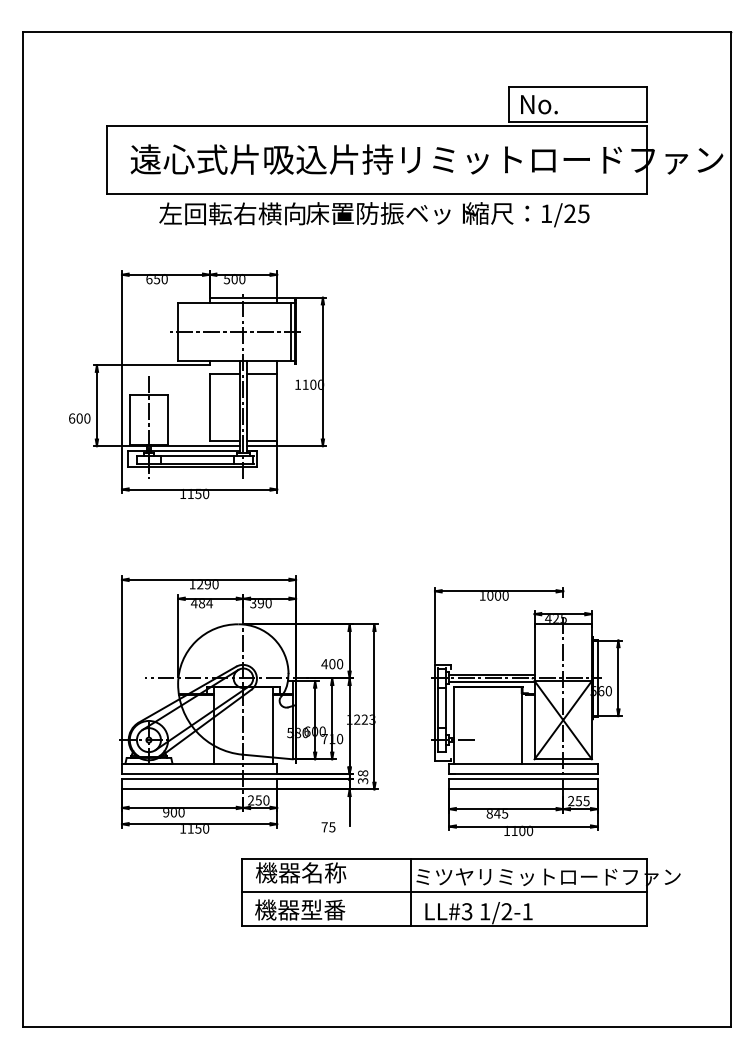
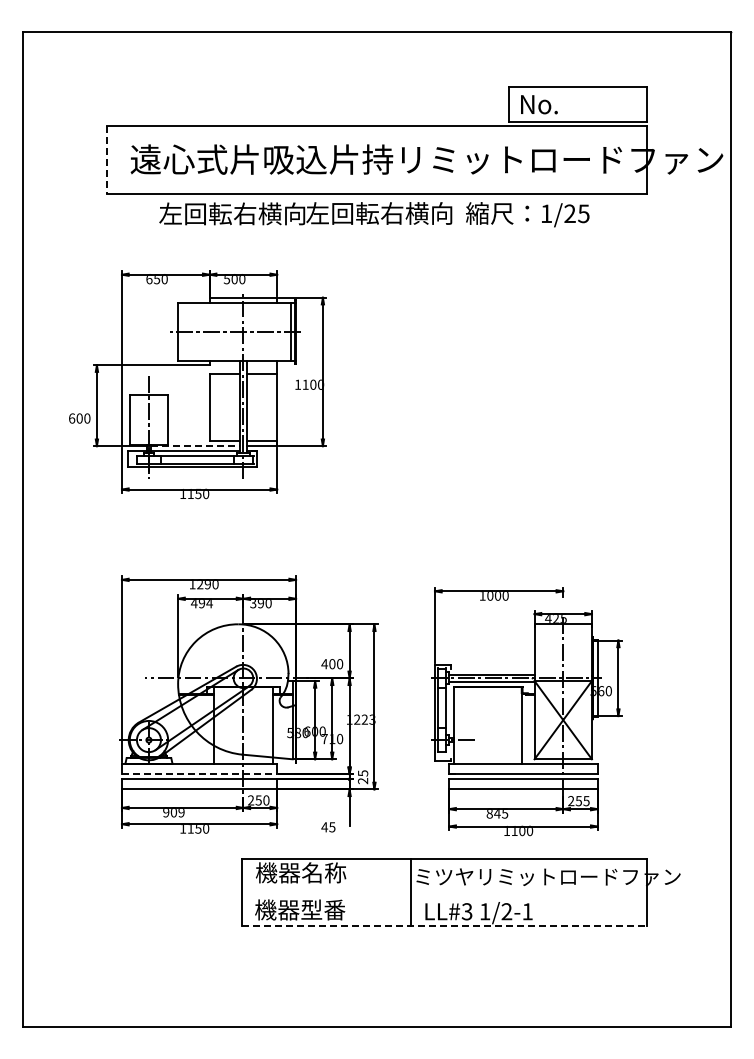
line at (107, 160): solid -> dashed
text at (390, 213): 床置防振ベット -> 左回転右横向
line at (195, 446): solid -> dashed
text at (201, 604): 484 -> 494
line at (199, 774): solid -> dashed
text at (363, 777): 38 -> 25
text at (181, 813): 900 -> 909
text at (324, 827): 75 -> 45
line at (444, 892): present -> none
line at (444, 925): solid -> dashed
